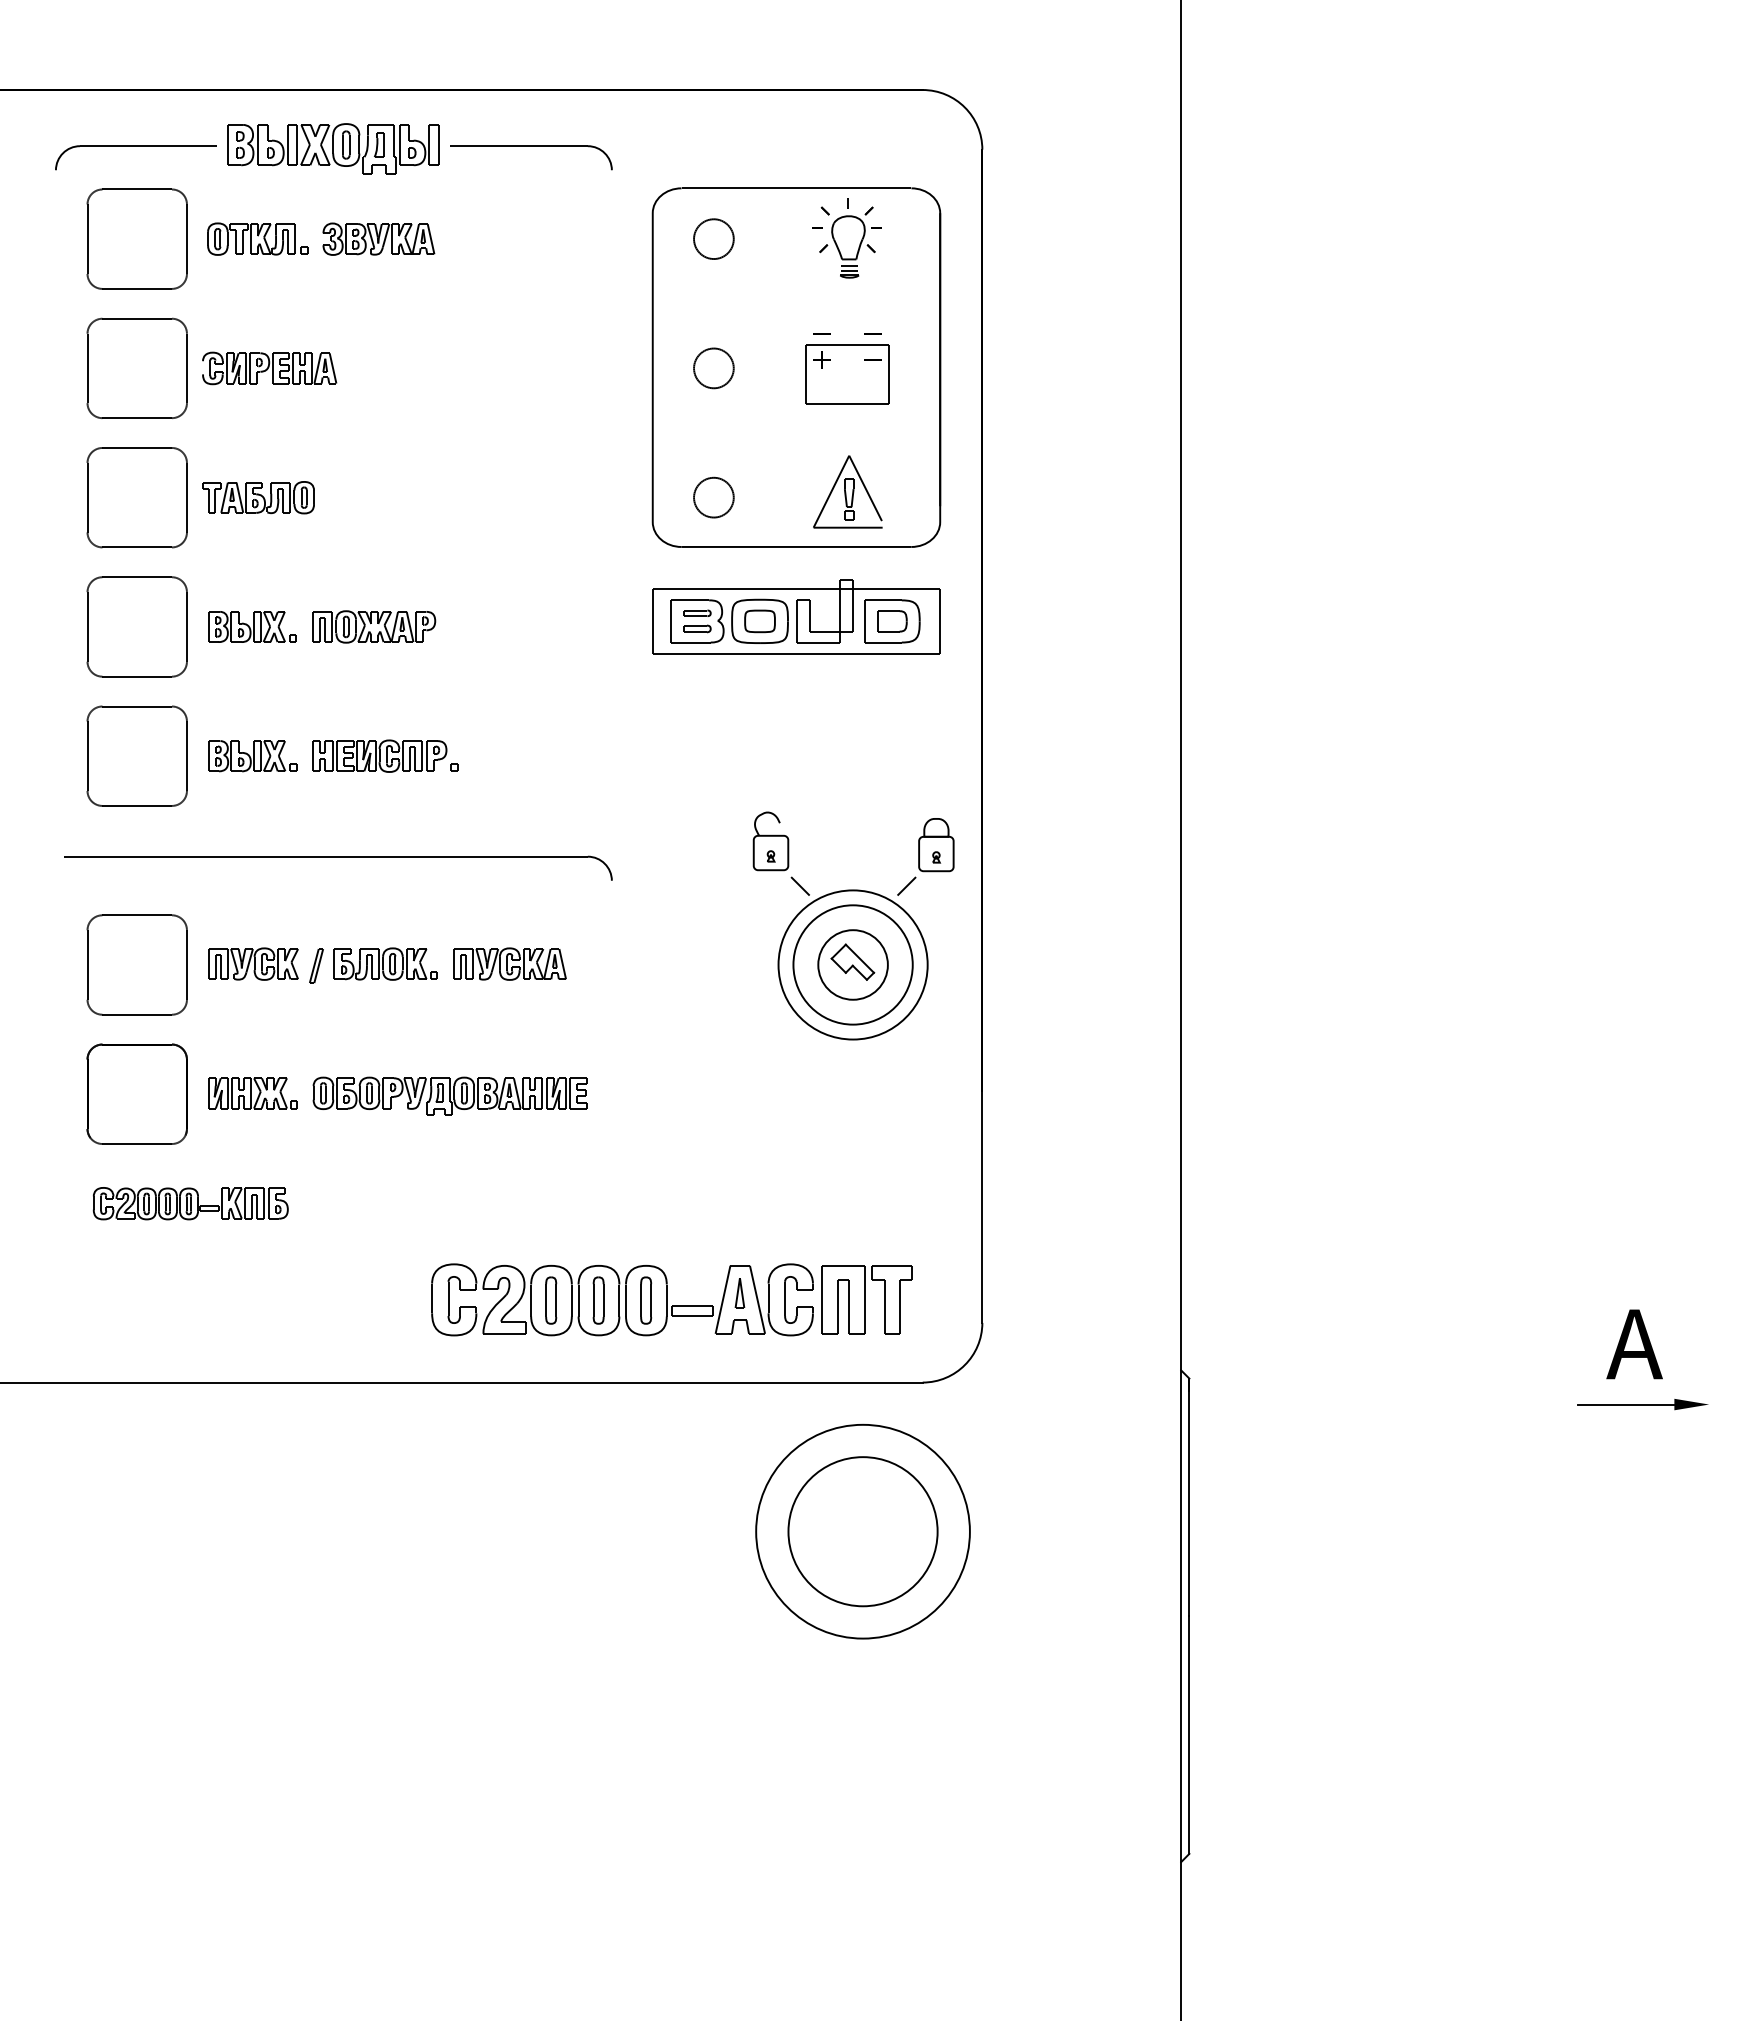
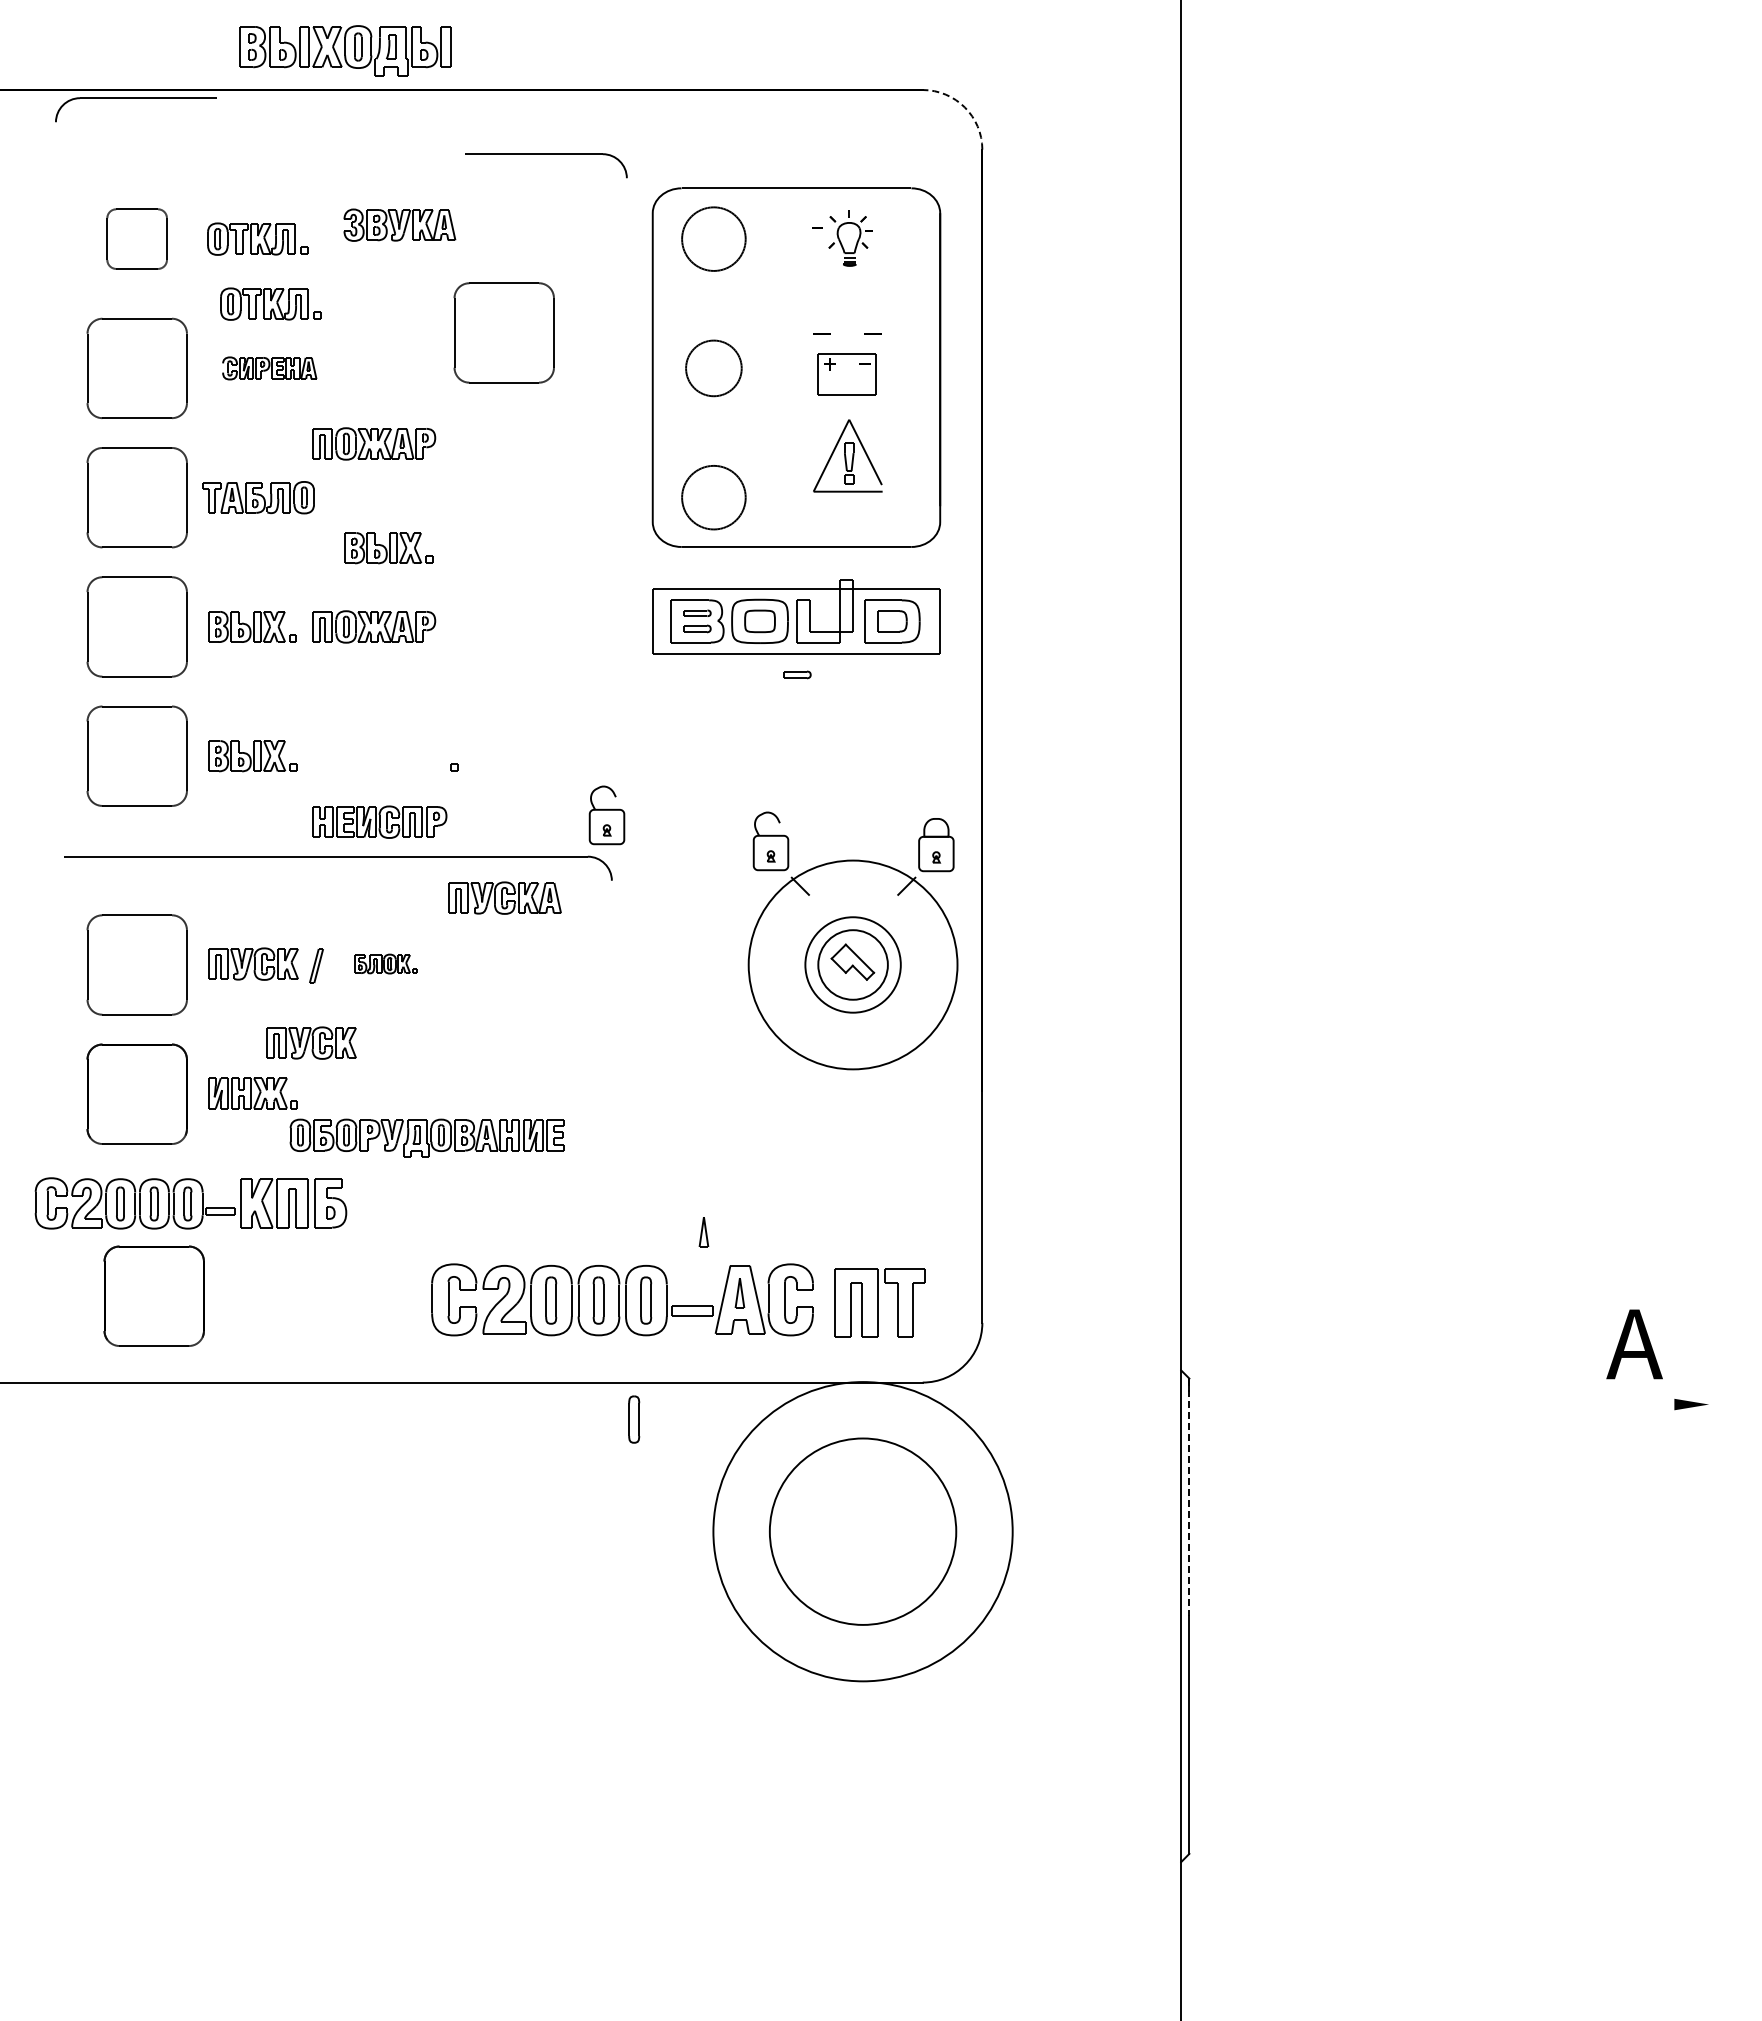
arc at (964, 107): solid -> dashed
part at (135, 146) position: (135, 146) -> (135, 98)
part at (531, 146) position: (531, 146) -> (546, 154)
part at (333, 148) position: (333, 148) -> (345, 50)
part at (136, 238) size: 102x102 px -> 62x62 px
part at (378, 238) position: (378, 238) -> (399, 224)
part at (850, 238) size: 63x81 px -> 45x57 px
circle at (713, 239) diameter: 40 px -> 64 px
part at (270, 303): none -> present
part at (503, 332): none -> present
part at (269, 368) size: 136x35 px -> 96x25 px
circle at (713, 368) diameter: 40 px -> 56 px
part at (847, 374) size: 85x61 px -> 60x43 px
part at (374, 443): none -> present
part at (847, 491) position: (847, 491) -> (847, 455)
circle at (713, 497) diameter: 40 px -> 64 px
part at (388, 548): none -> present
part at (797, 674): none -> present
part at (379, 755) position: (379, 755) -> (379, 821)
part at (606, 815): none -> present
part at (385, 963) size: 105x34 px -> 64x22 px
part at (509, 963) position: (509, 963) -> (504, 897)
circle at (852, 964) diameter: 119 px -> 95 px
circle at (852, 964) diameter: 149 px -> 209 px
part at (311, 1042): none -> present
part at (449, 1095) position: (449, 1095) -> (426, 1137)
part at (190, 1203) size: 197x34 px -> 314x53 px
part at (703, 1232): none -> present
part at (153, 1295): none -> present
part at (866, 1299) position: (866, 1299) -> (879, 1302)
line at (1626, 1404): present -> none
part at (634, 1419): none -> present
line at (1189, 1497): solid -> dashed
circle at (862, 1531) diameter: 149 px -> 186 px
circle at (862, 1531) diameter: 214 px -> 299 px
